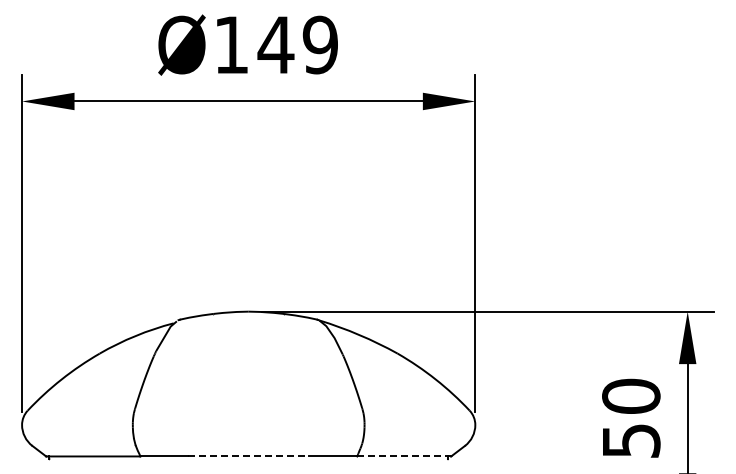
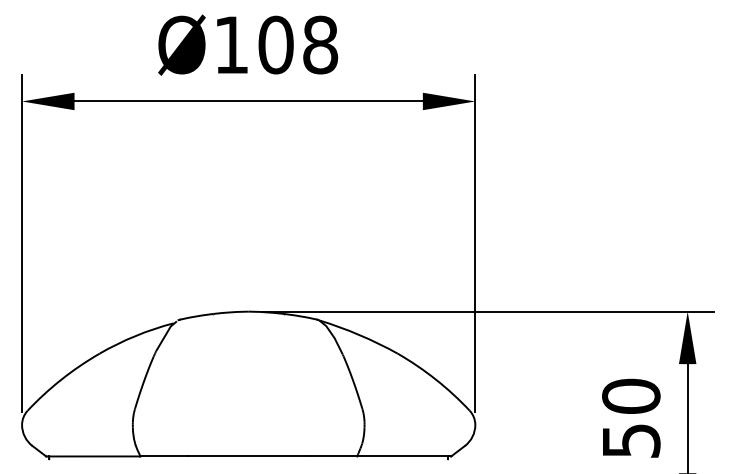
text at (297, 44): Ø149 -> Ø108
line at (249, 456): dashed -> solid
line at (404, 456): dashed -> solid
